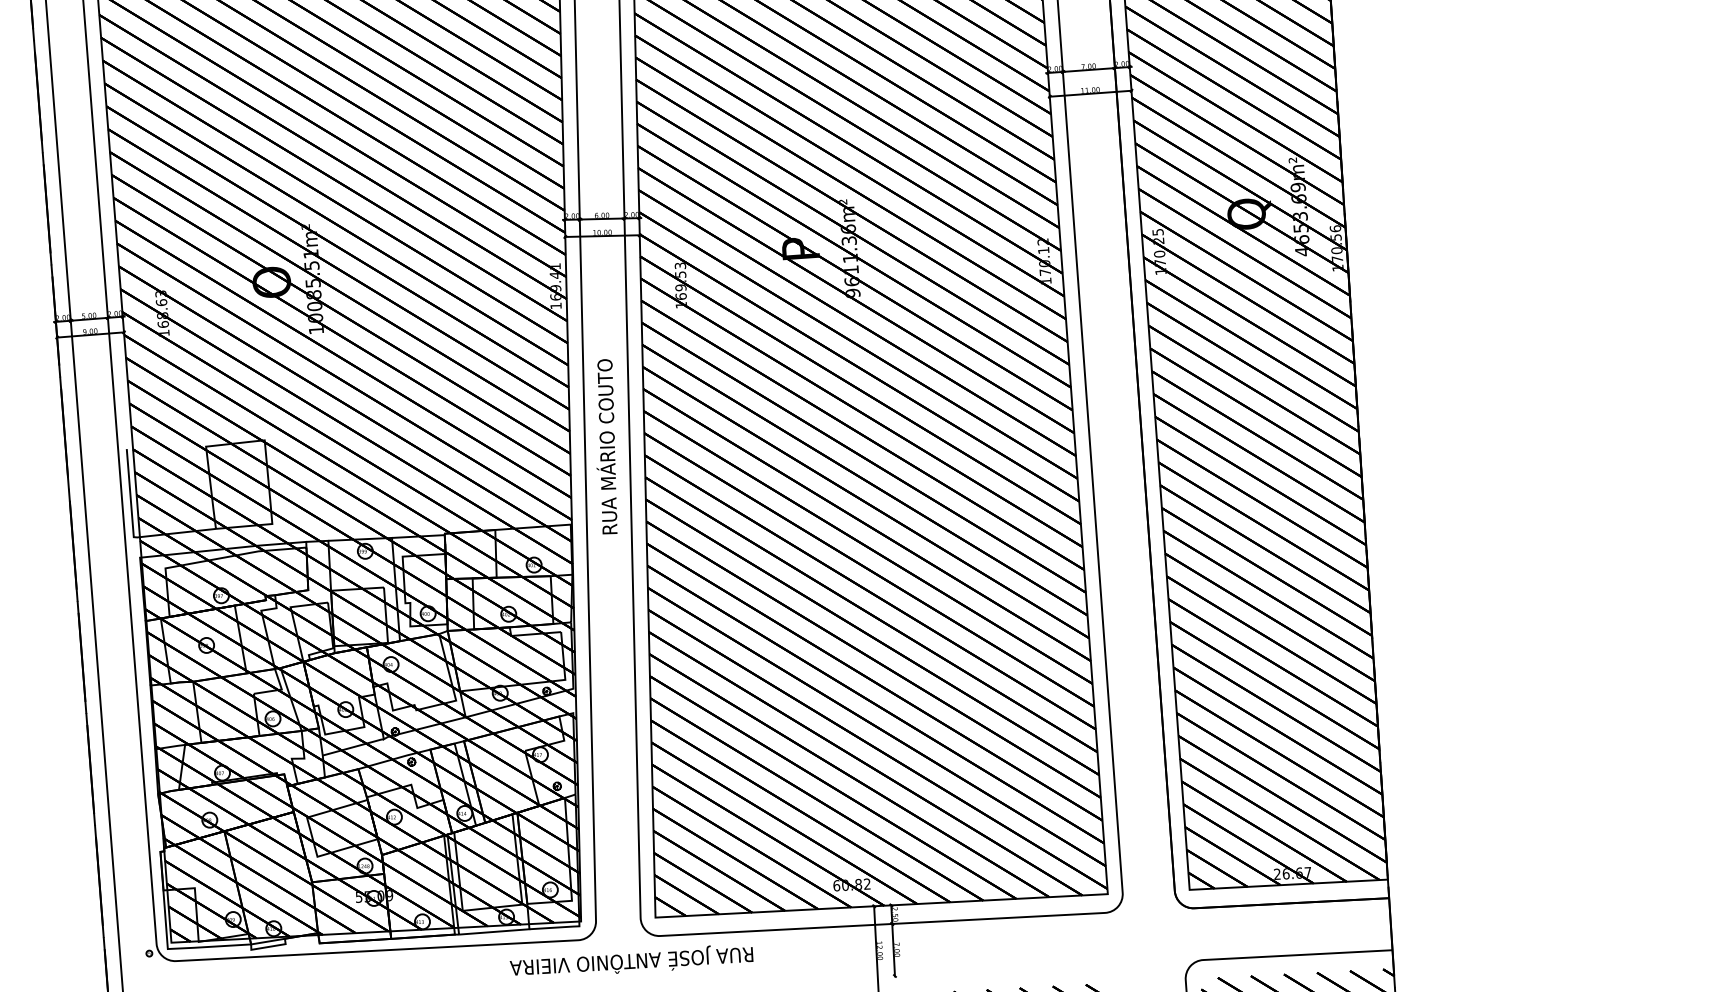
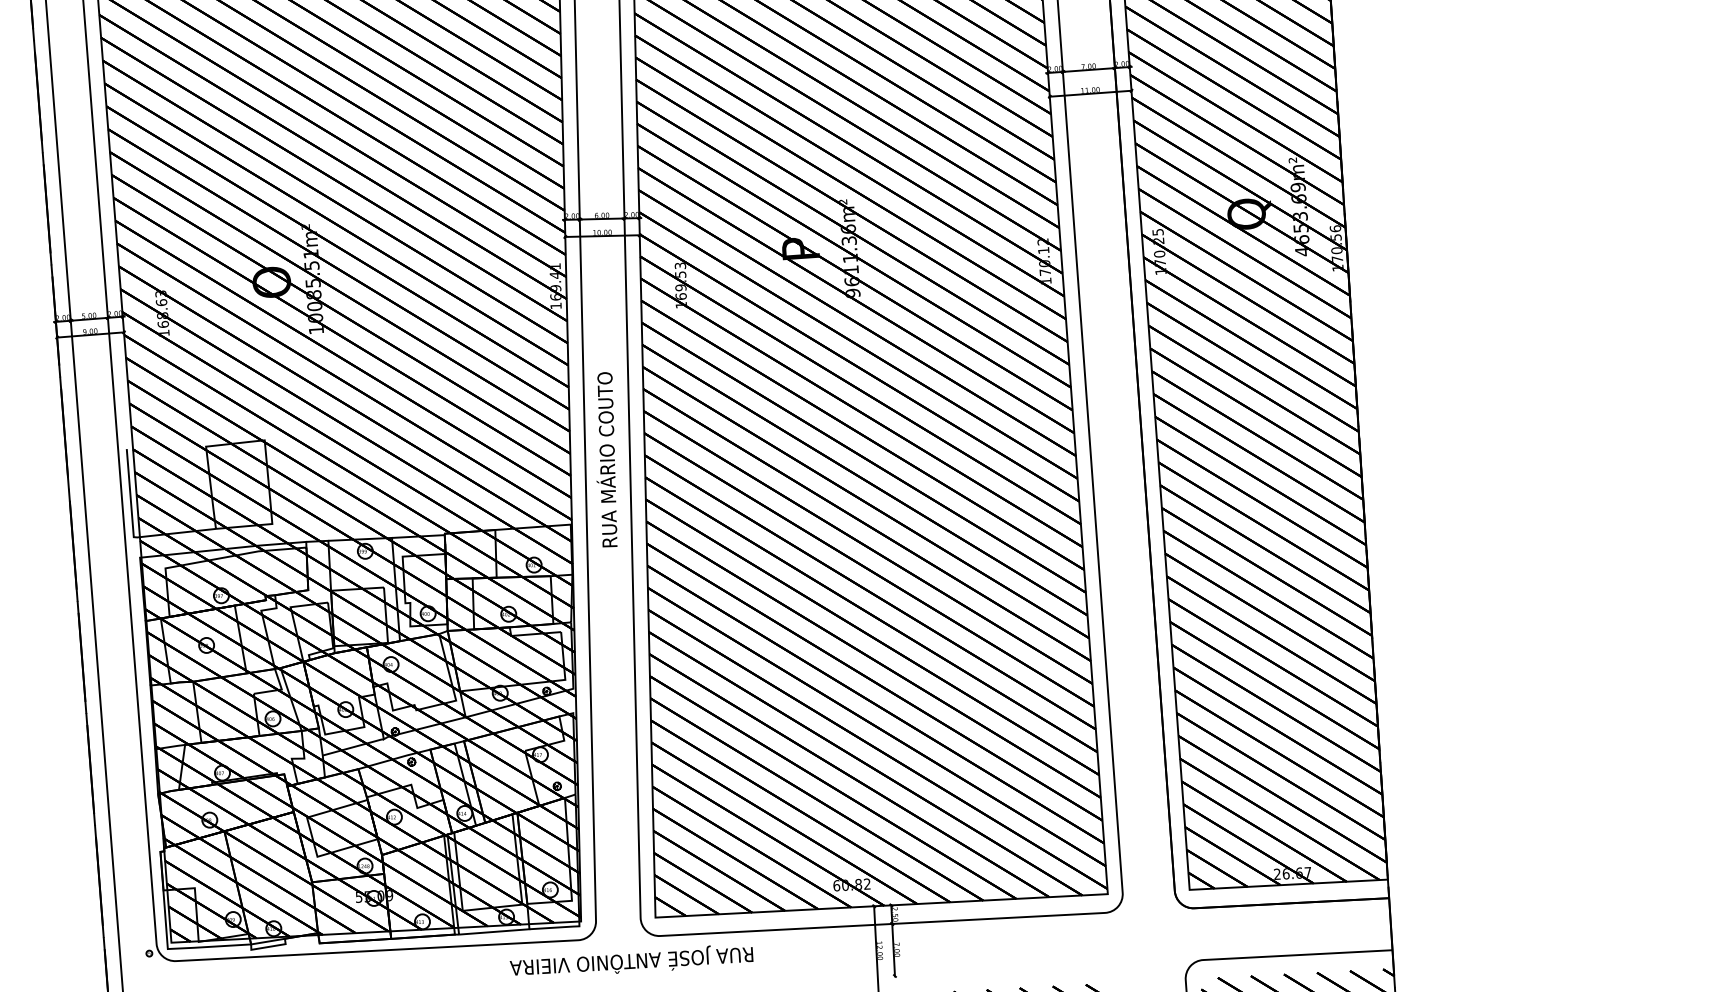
text at (606, 446) position: (606, 446) -> (606, 459)
